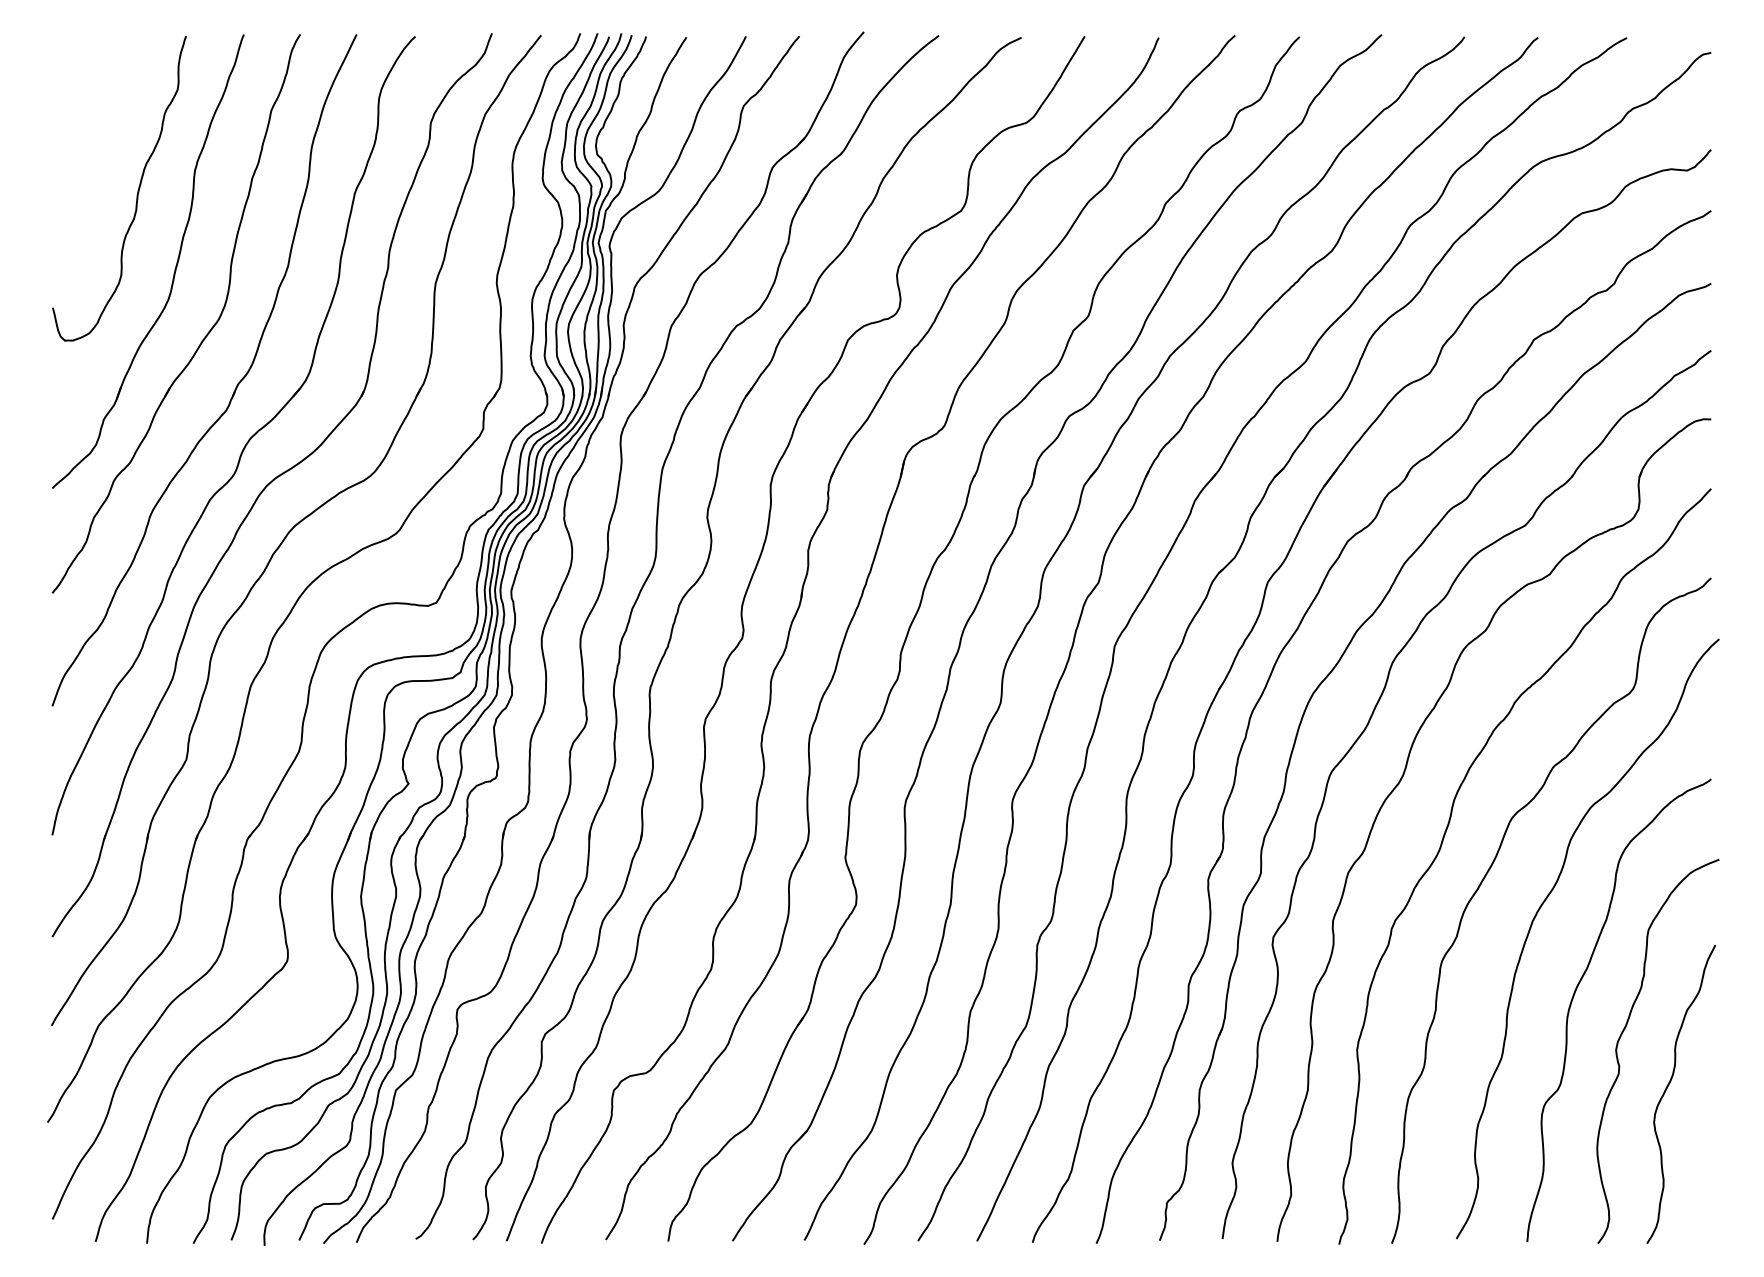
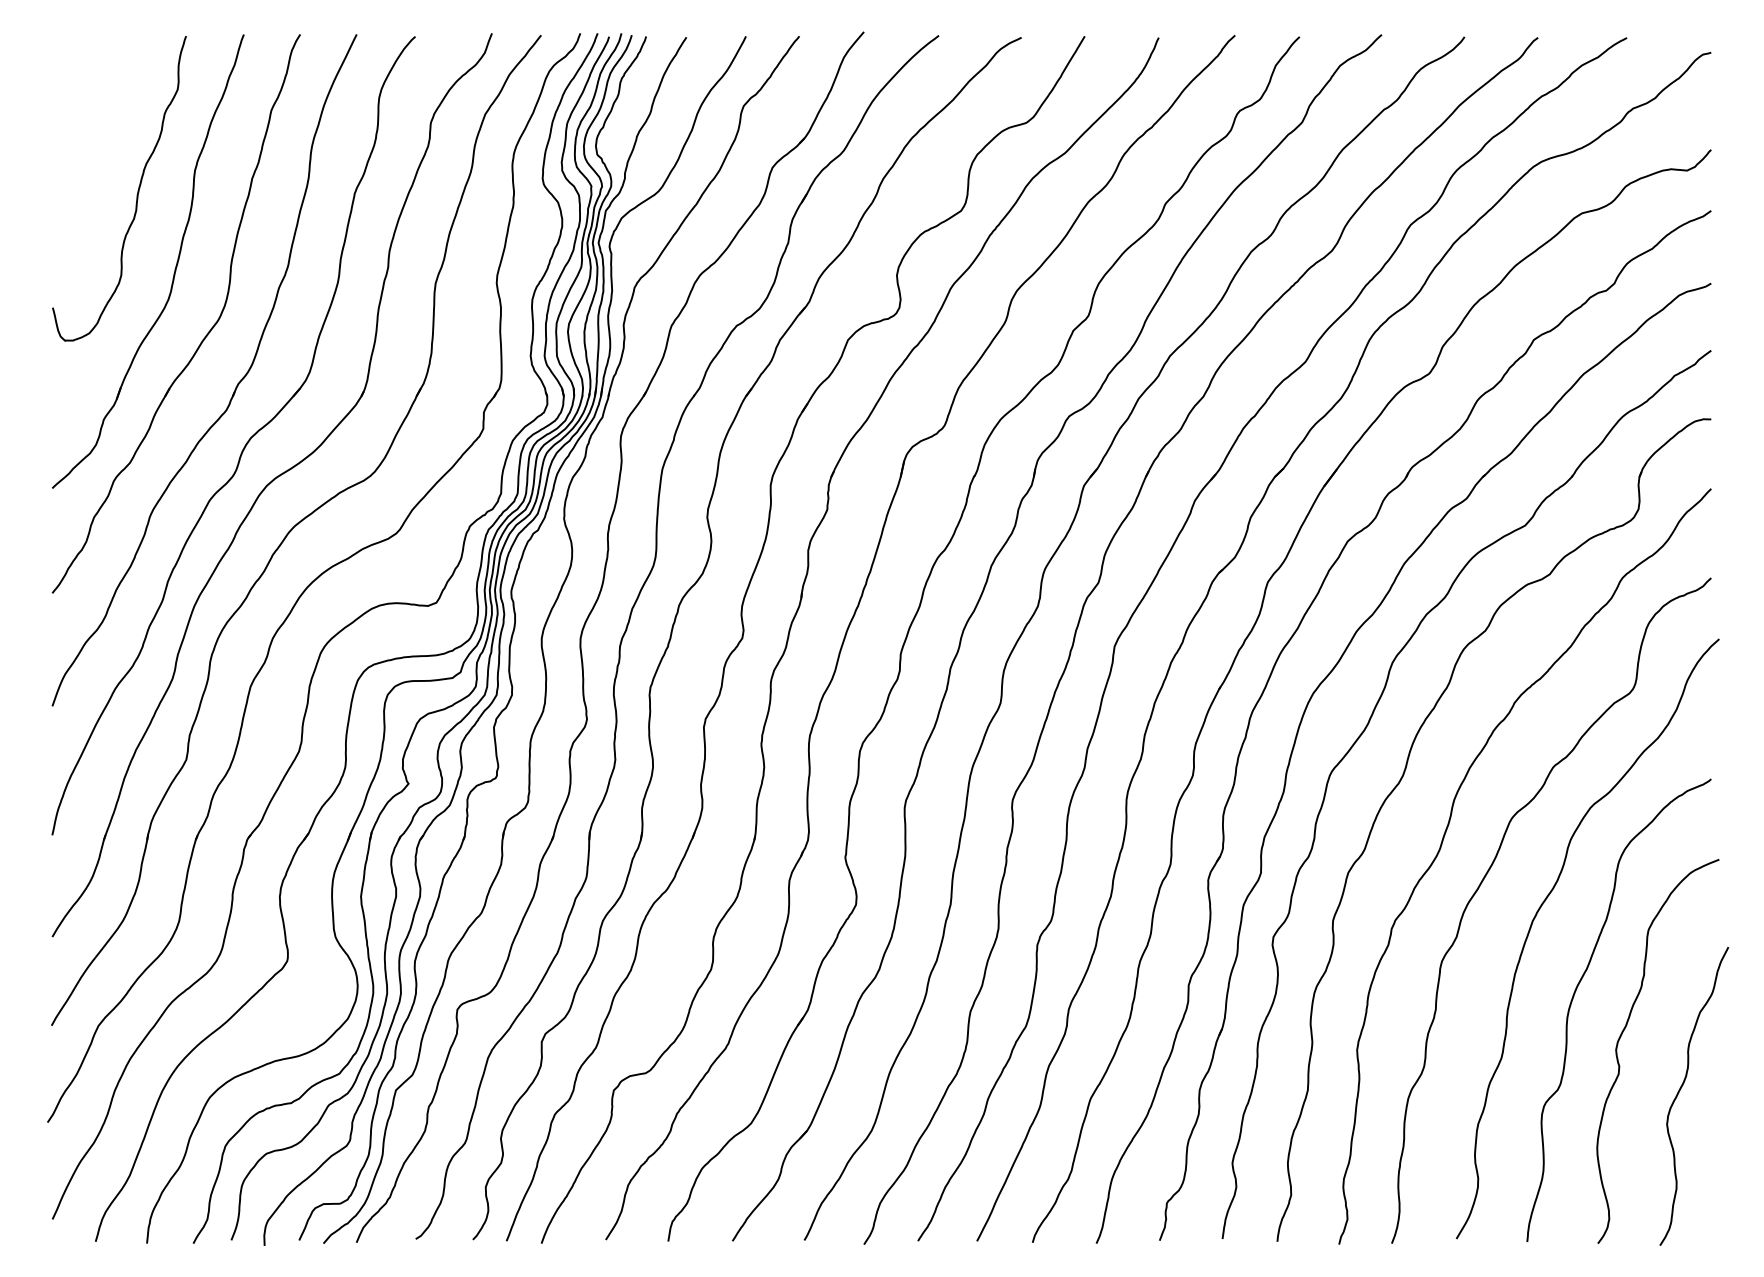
curve at (1669, 1085) position: (1669, 1085) -> (1682, 1087)
